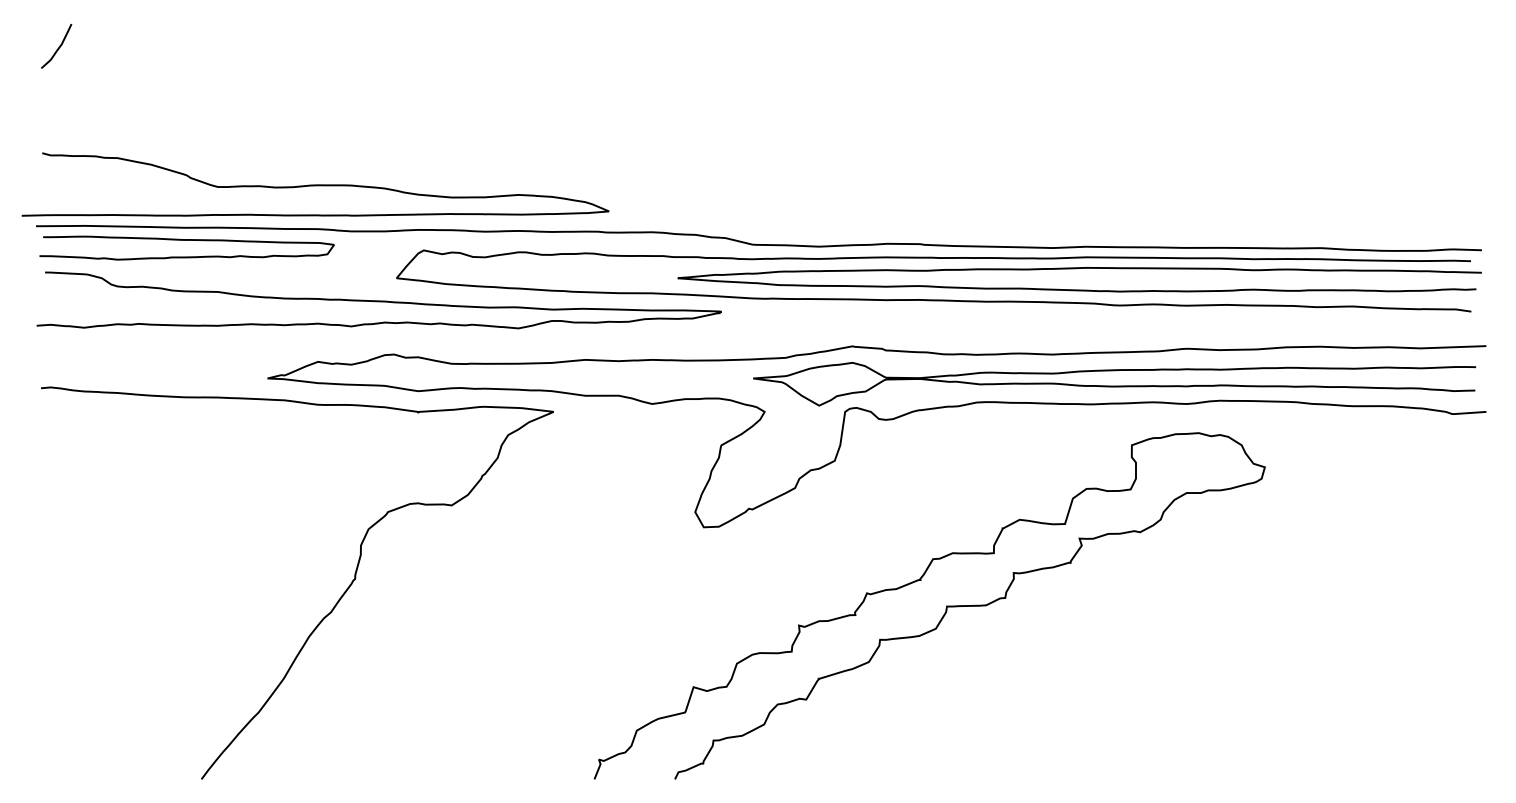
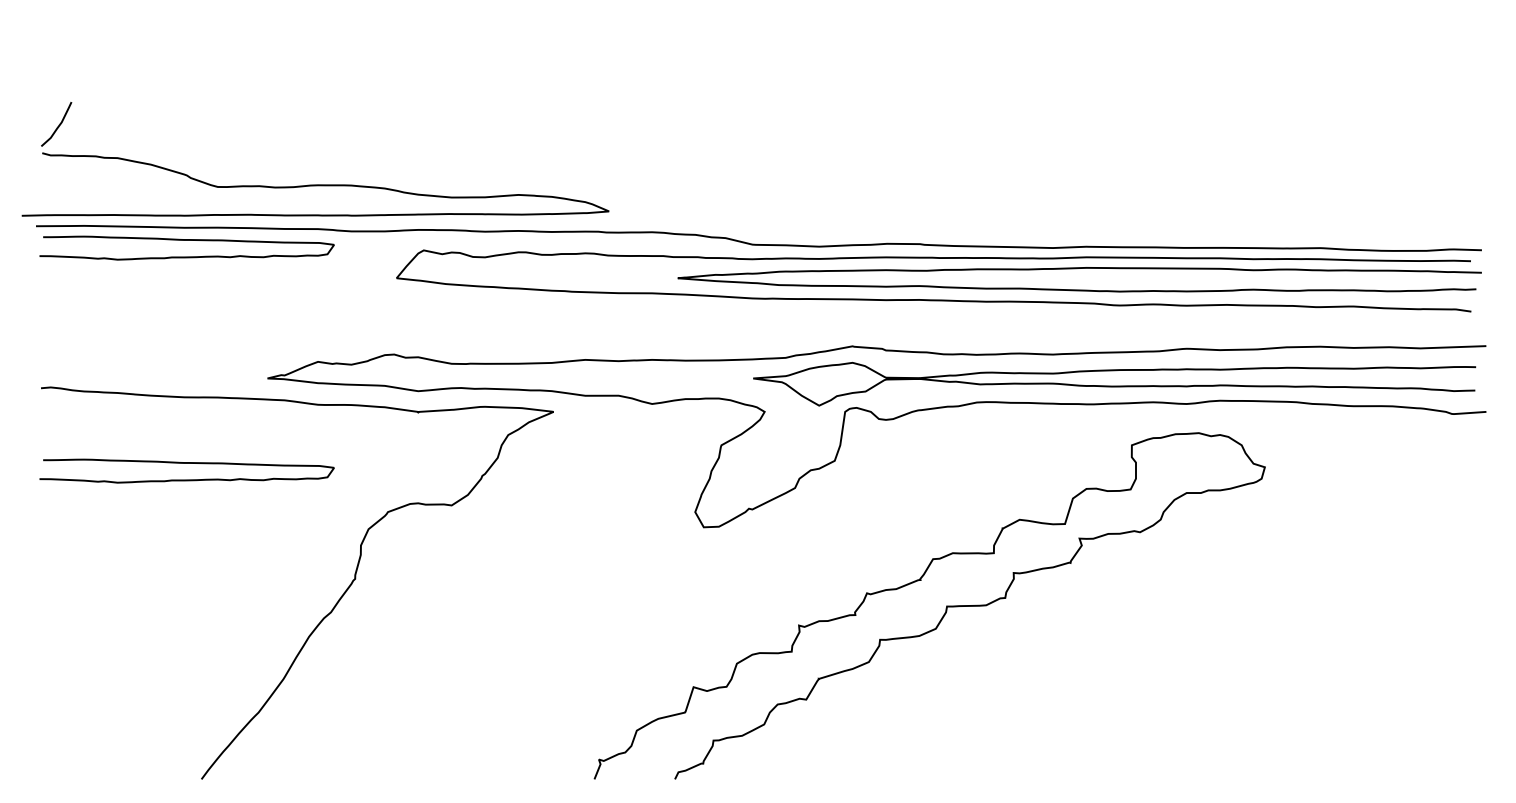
curve at (58, 47) position: (58, 47) -> (58, 125)
curve at (378, 300): present -> none
curve at (186, 463): none -> present
